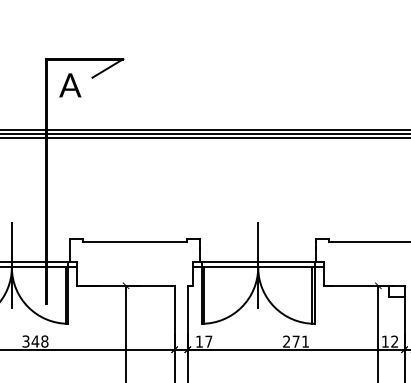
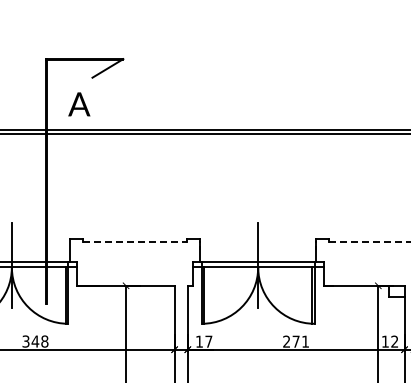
text at (70, 85) position: (70, 85) -> (79, 104)
line at (204, 137): present -> none
line at (135, 241): solid -> dashed
line at (369, 241): solid -> dashed
